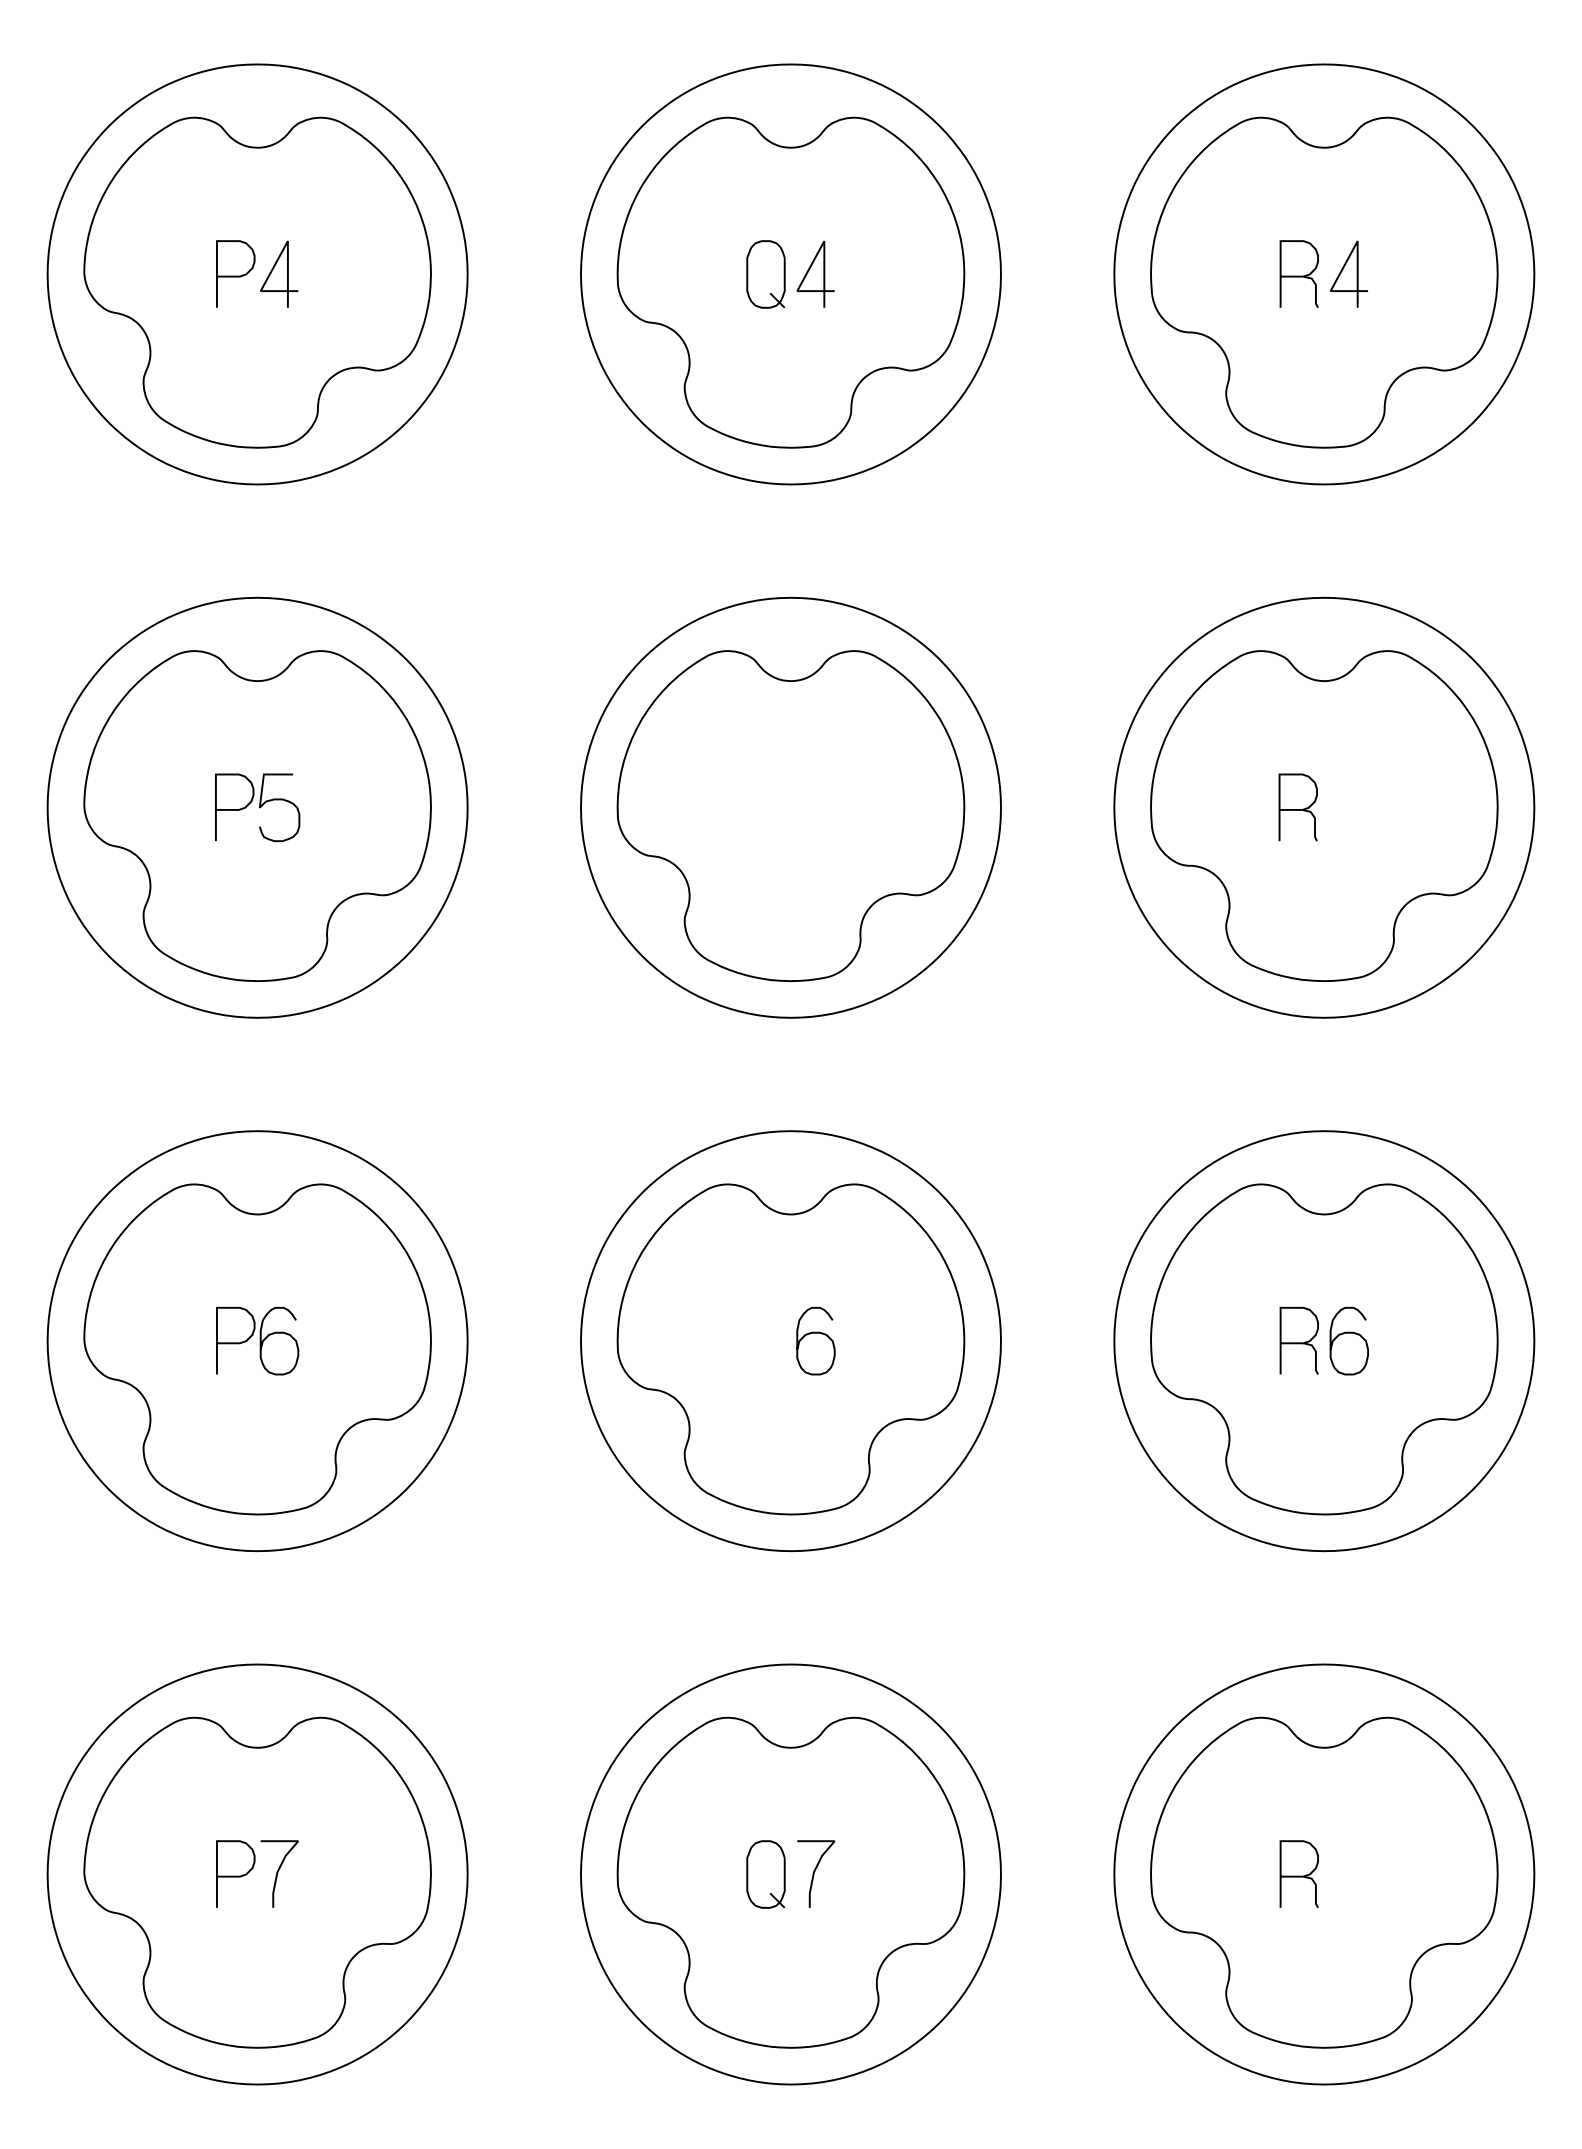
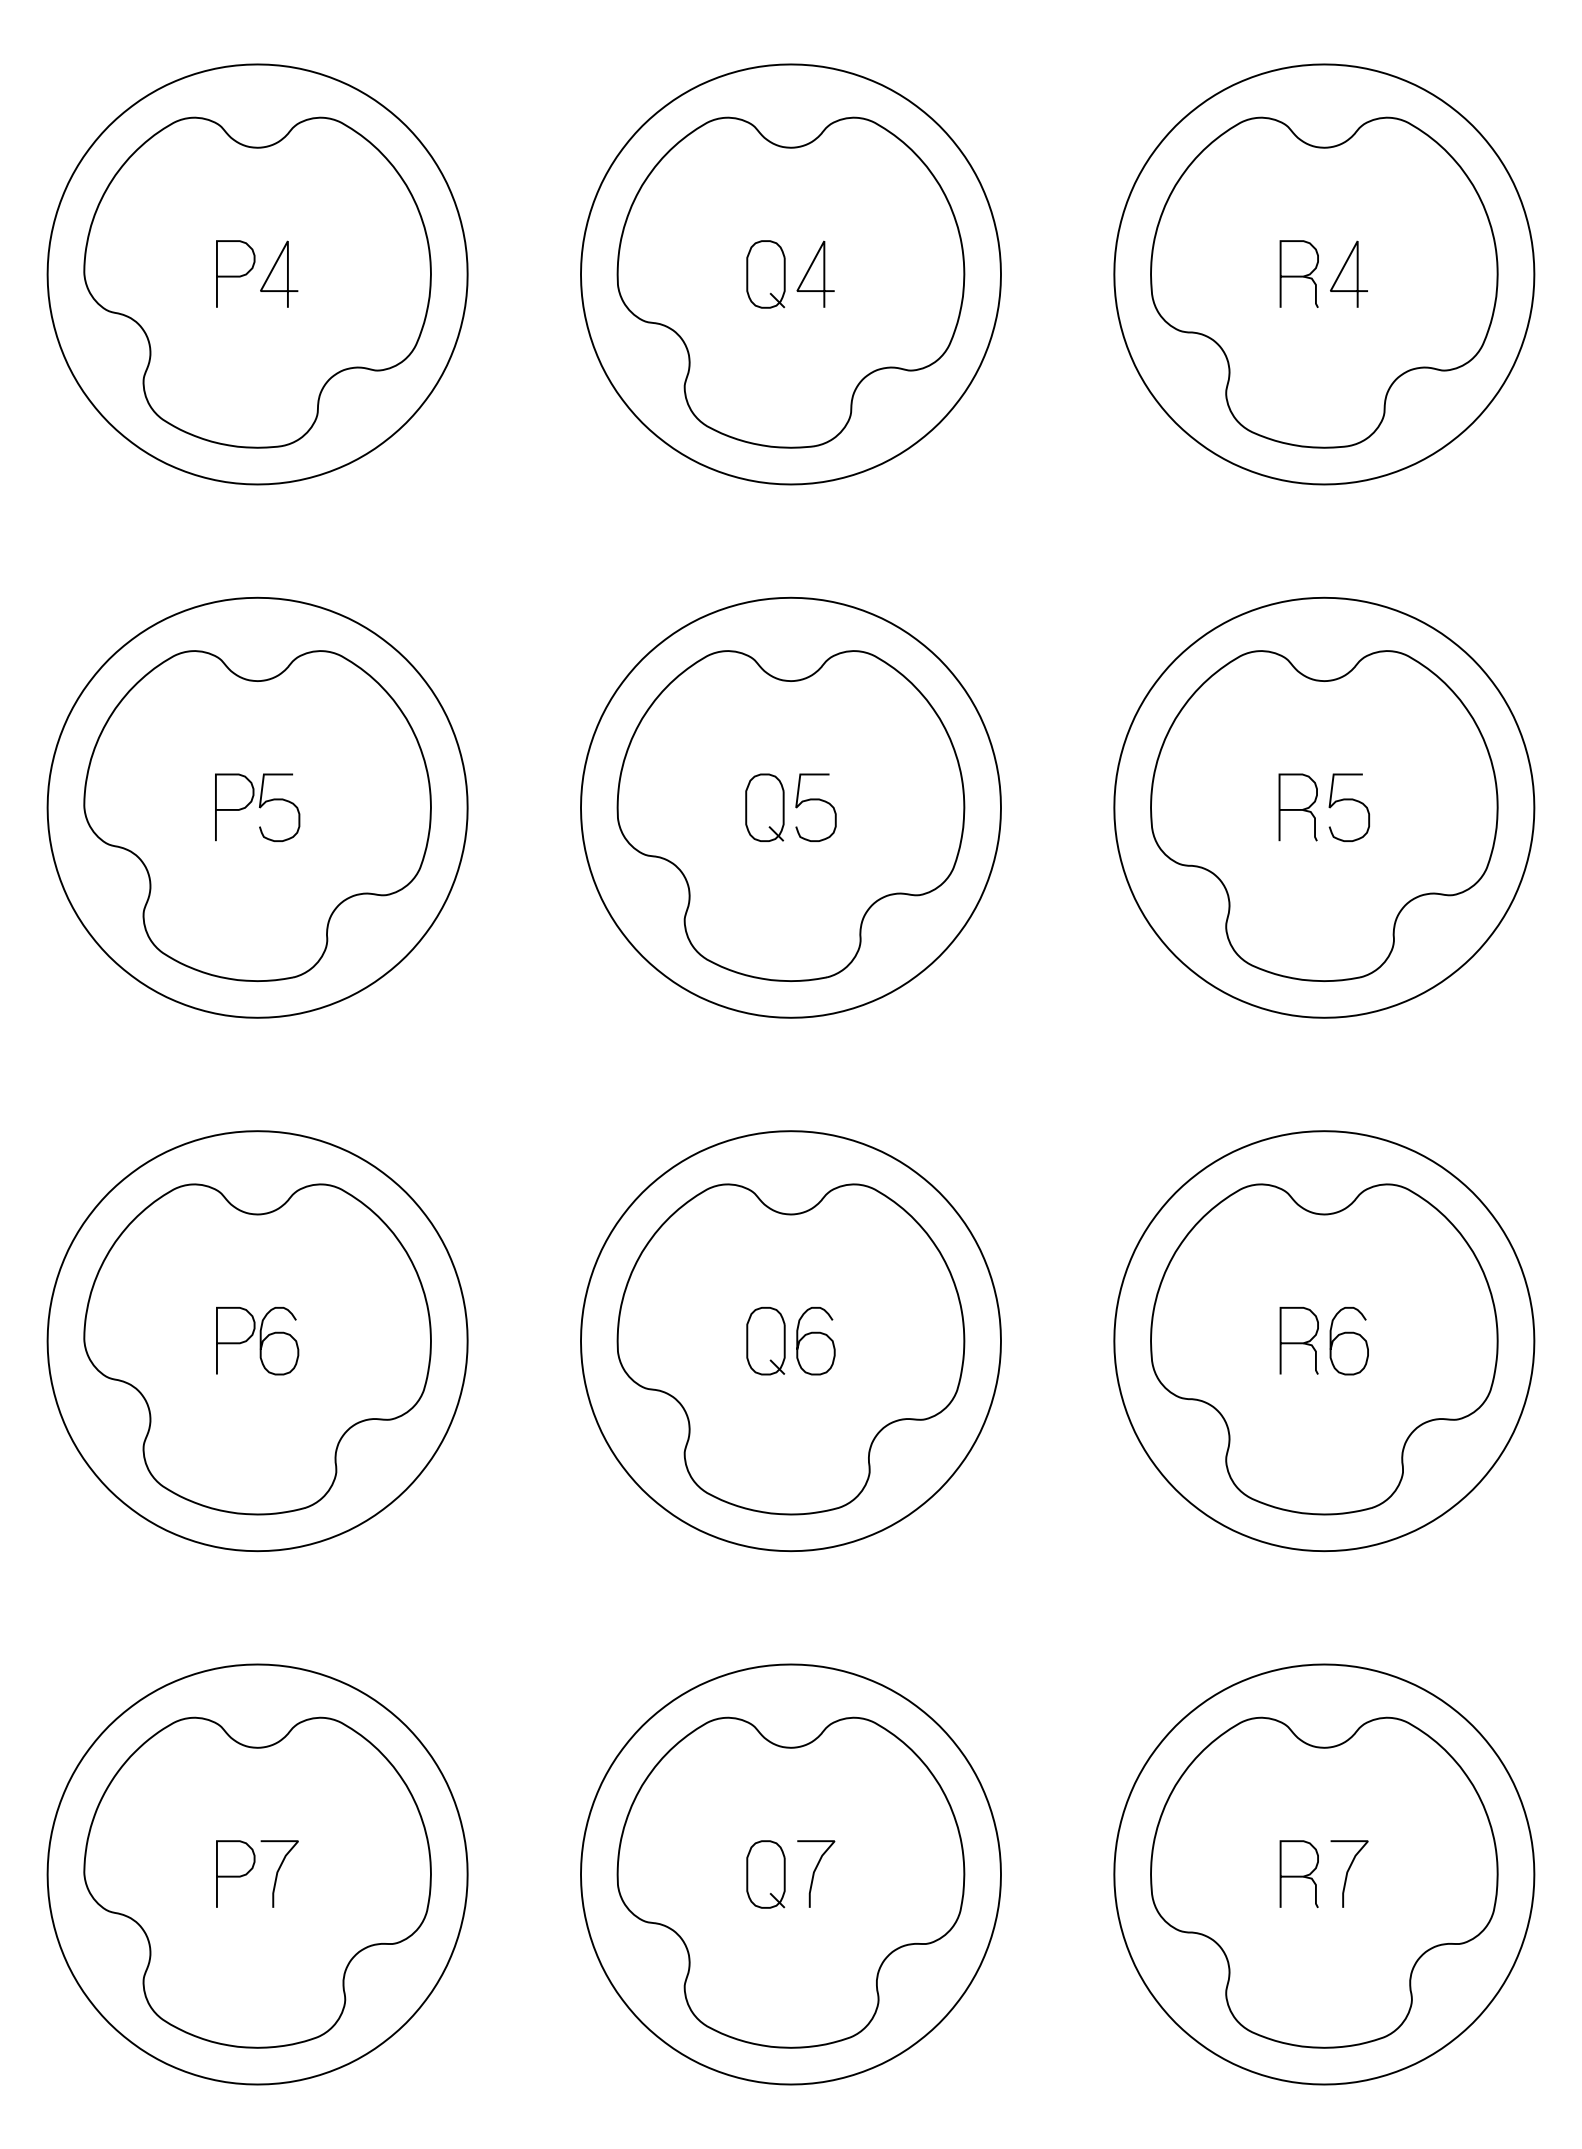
curve at (815, 800): none -> present
curve at (1348, 800): none -> present
part at (764, 807): none -> present
part at (765, 1340): none -> present
curve at (1348, 1872): none -> present
